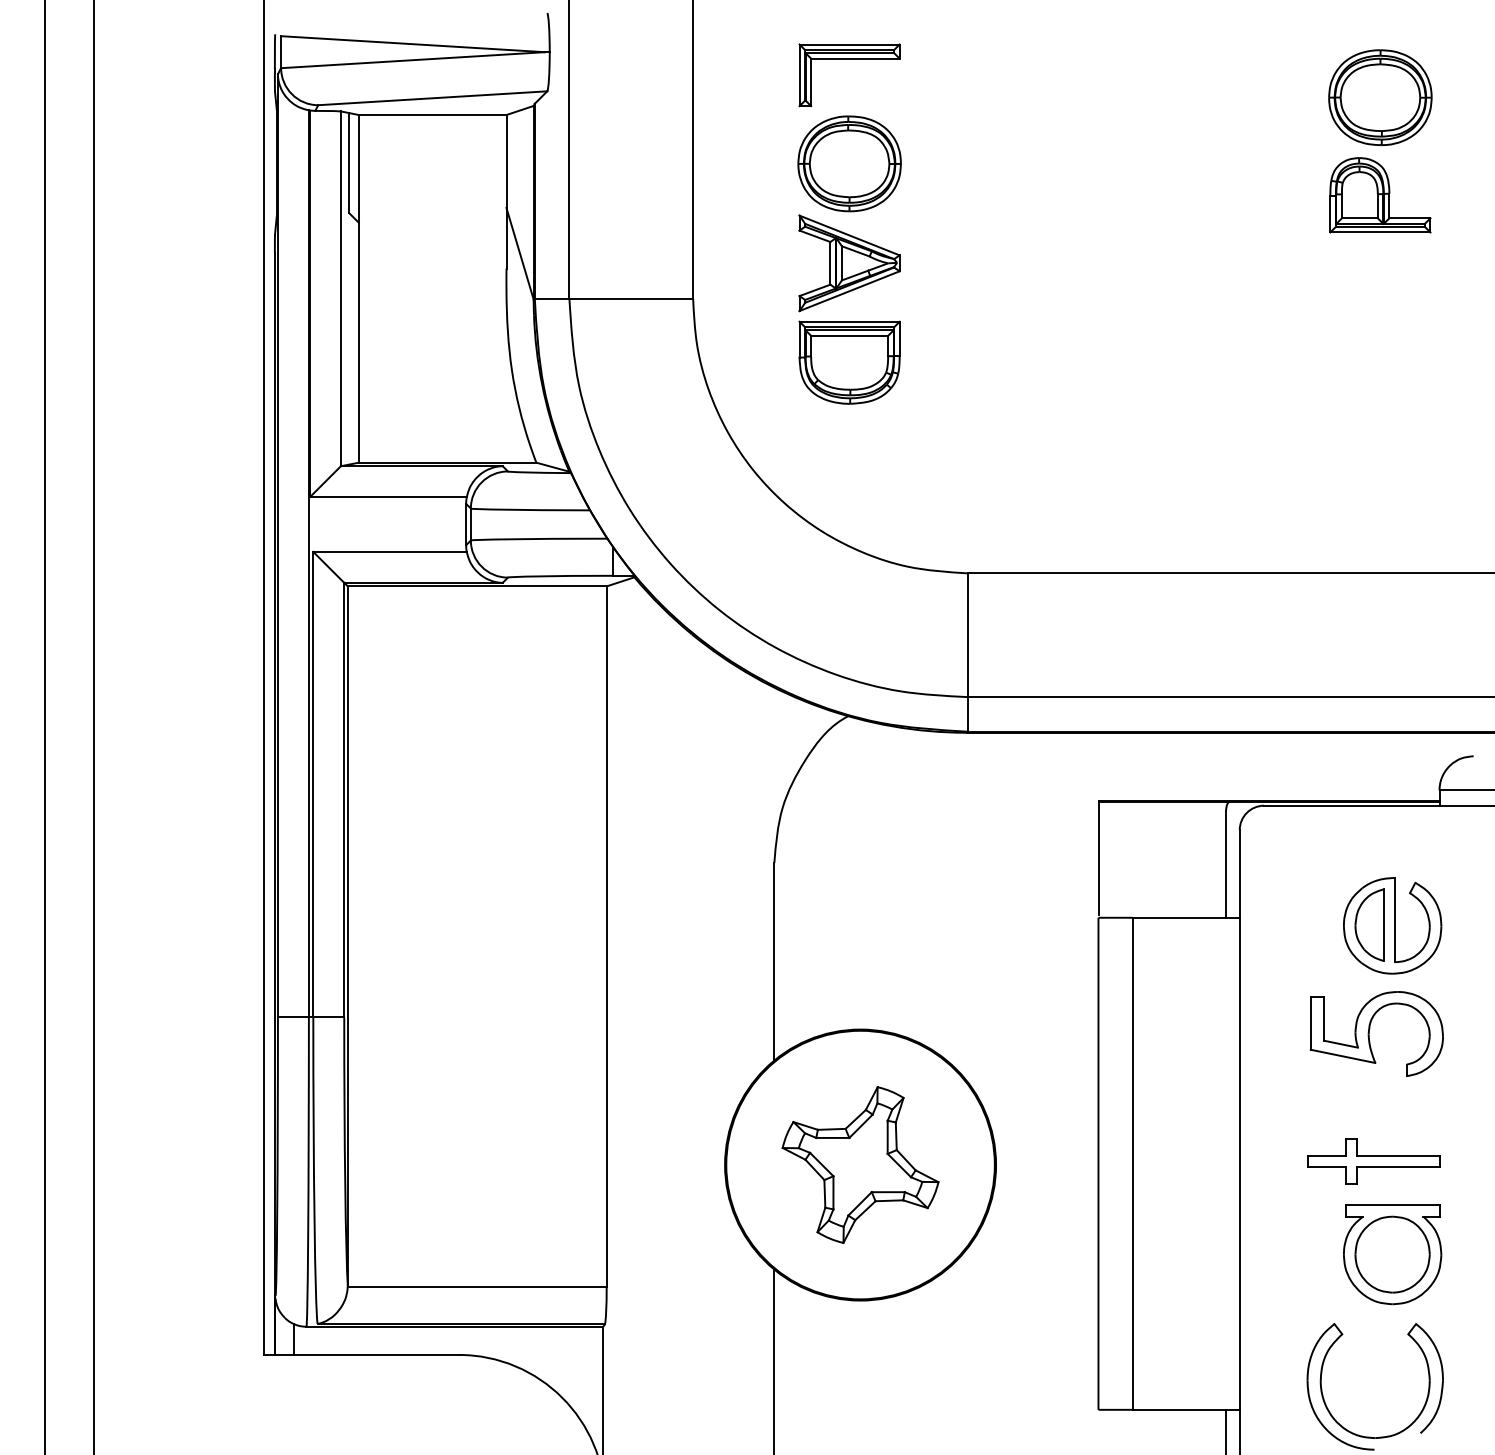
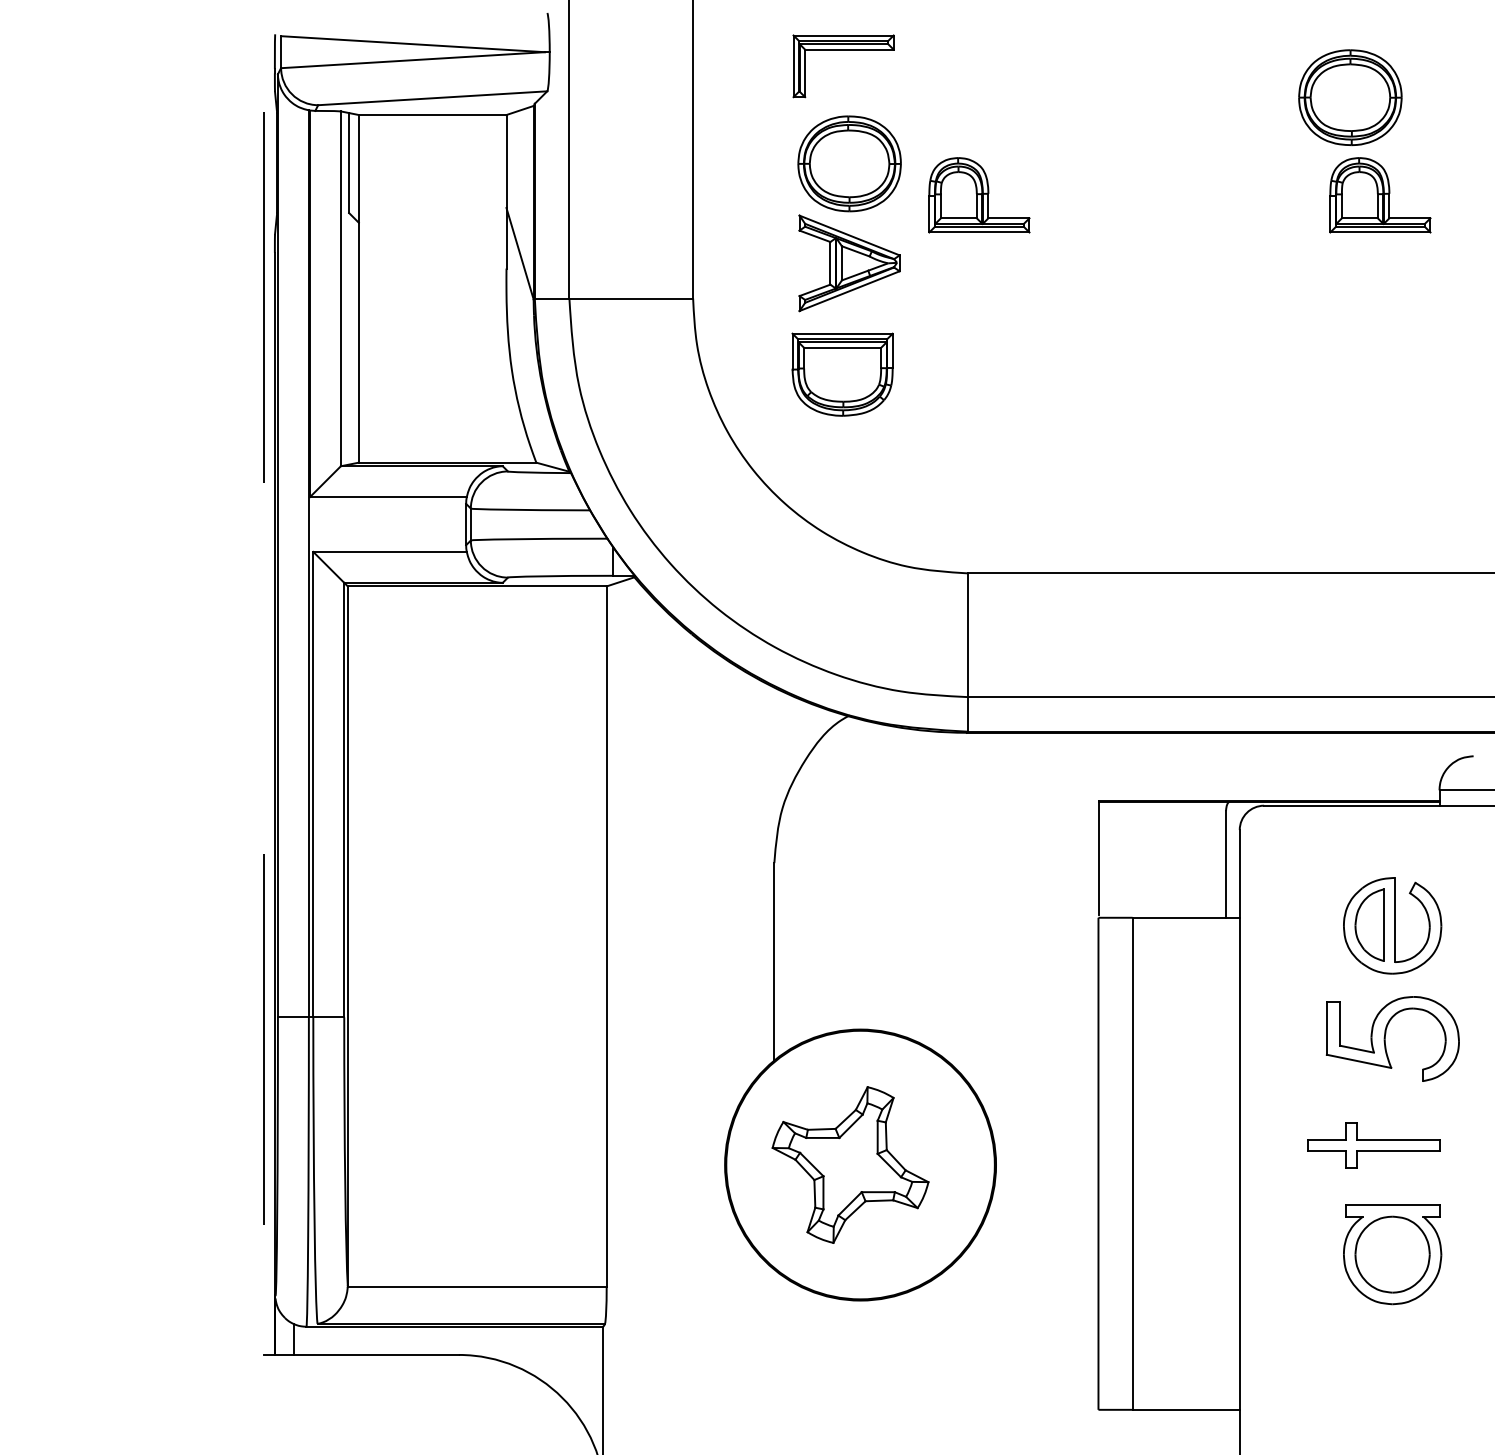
part at (849, 59) position: (849, 59) -> (843, 50)
part at (1380, 97) position: (1380, 97) -> (1350, 97)
part at (979, 195): none -> present
part at (849, 362) position: (849, 362) -> (842, 374)
line at (264, 678): solid -> dashed
line at (44, 726): present -> none
line at (93, 726): present -> none
part at (1369, 1033) position: (1369, 1033) -> (1385, 1038)
part at (1373, 1161) position: (1373, 1161) -> (1373, 1145)
part at (860, 1164) position: (860, 1164) -> (850, 1164)
line at (774, 1360): present -> none
line at (1226, 1430): present -> none
part at (1370, 1436): present -> none
